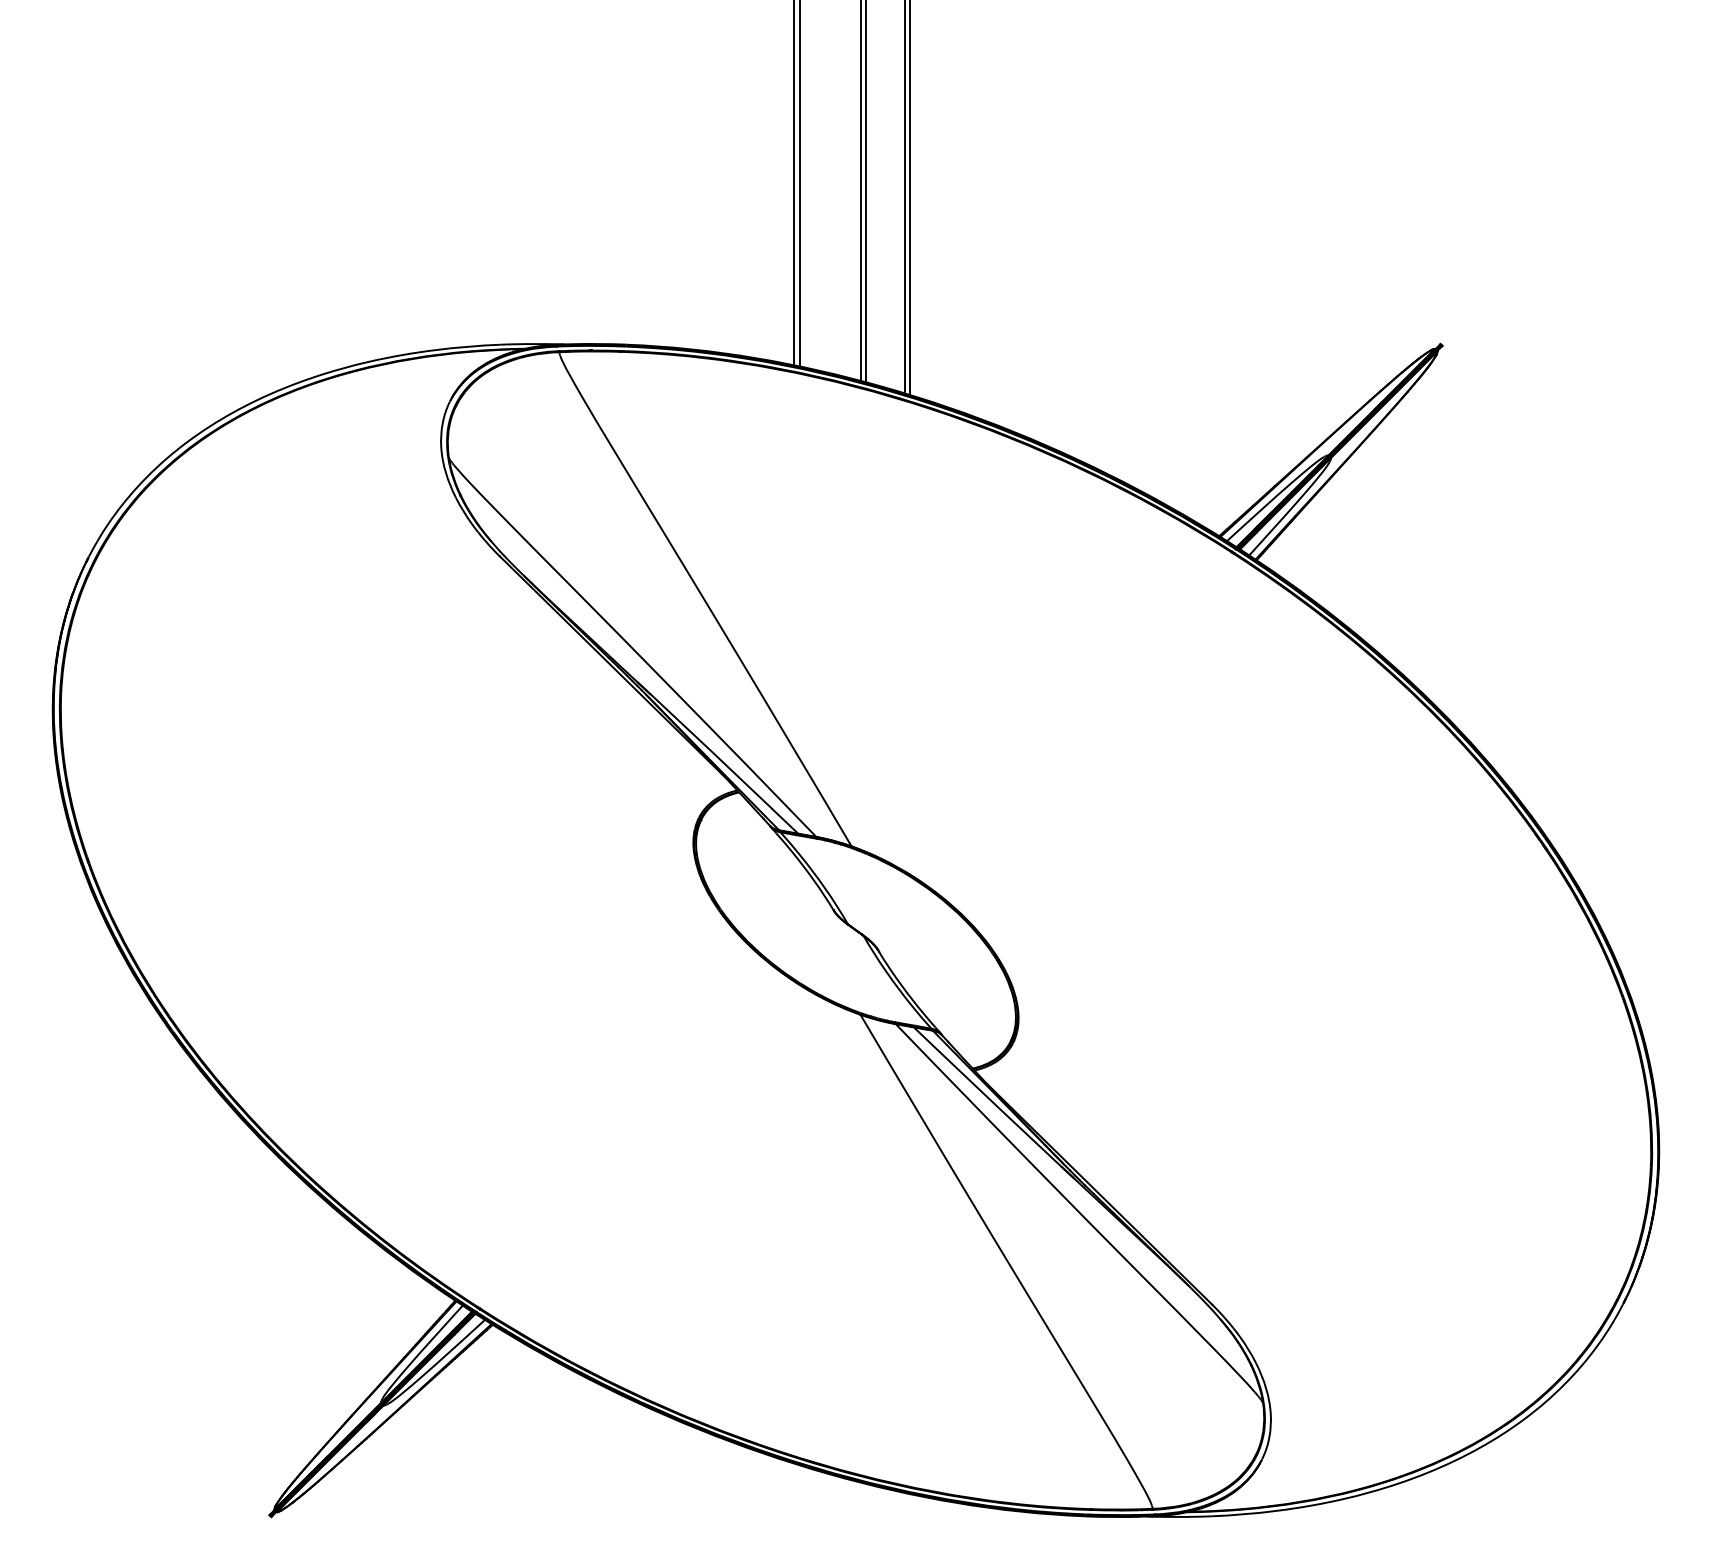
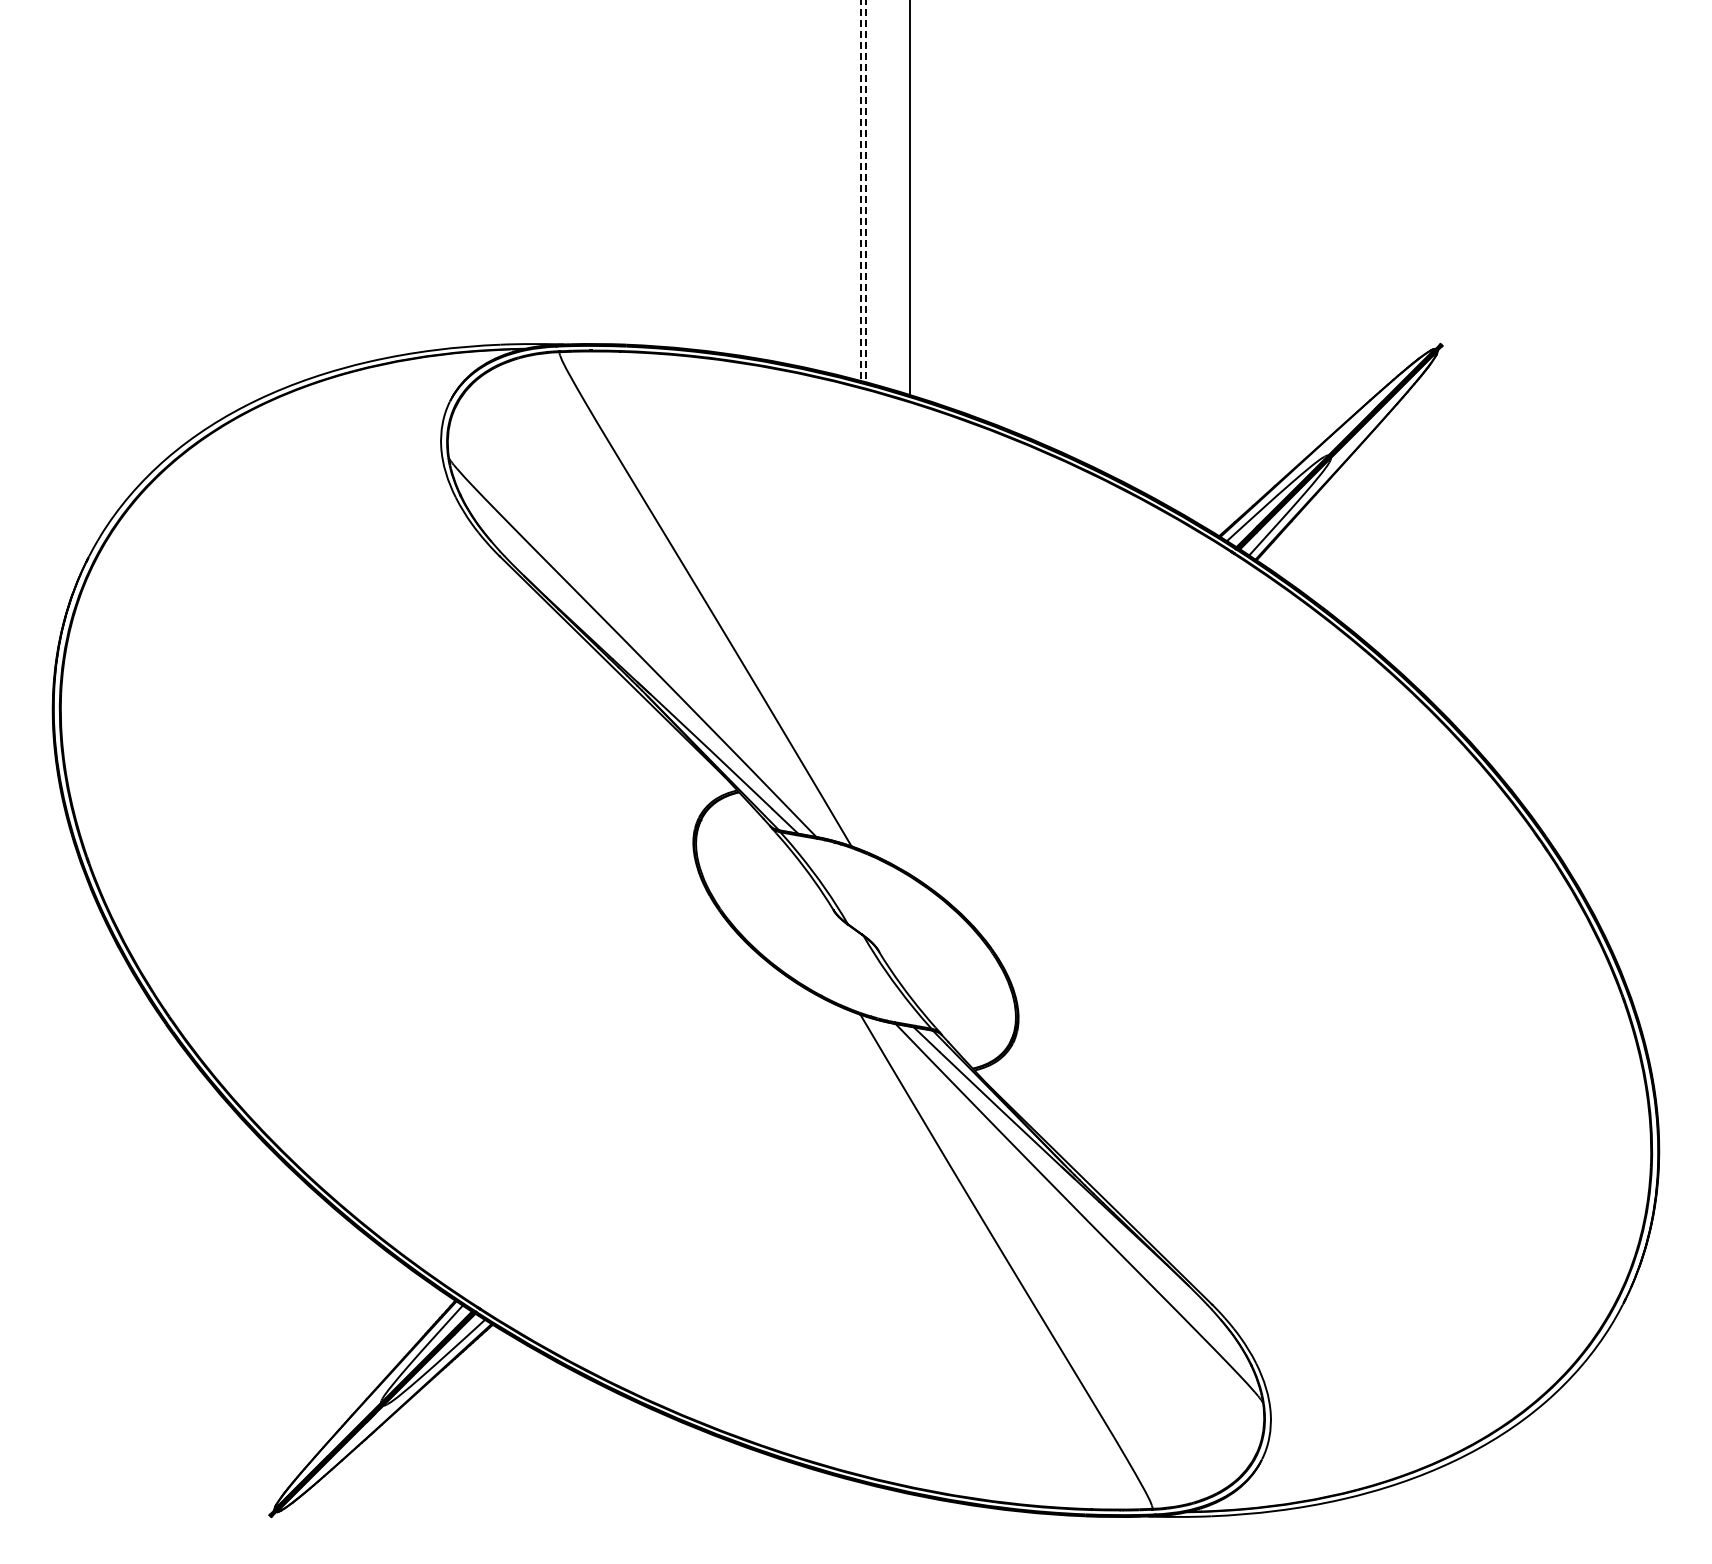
line at (794, 183): present -> none
line at (799, 184): present -> none
line at (860, 191): solid -> dashed
line at (866, 191): solid -> dashed
line at (904, 197): present -> none
